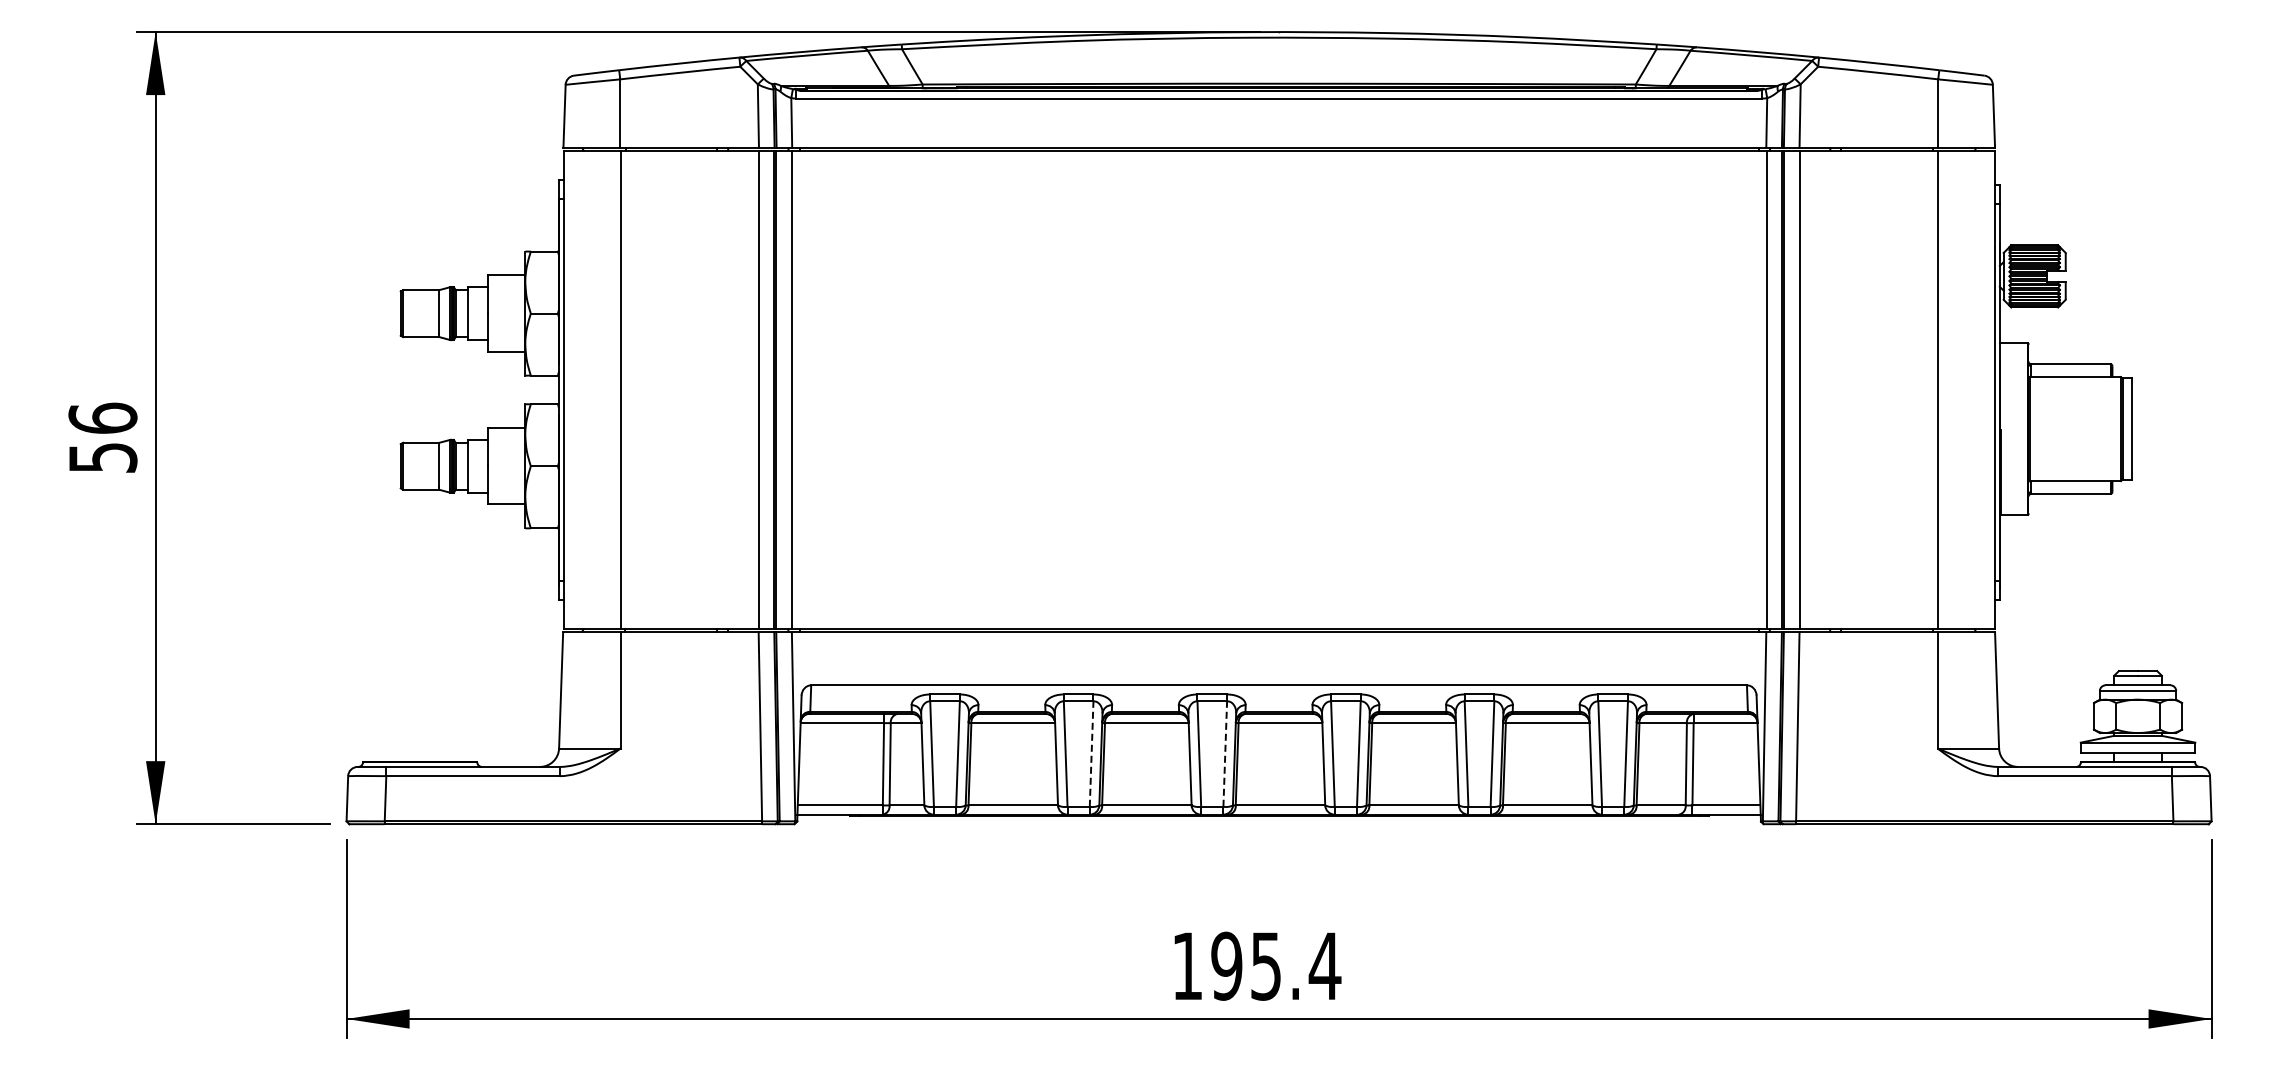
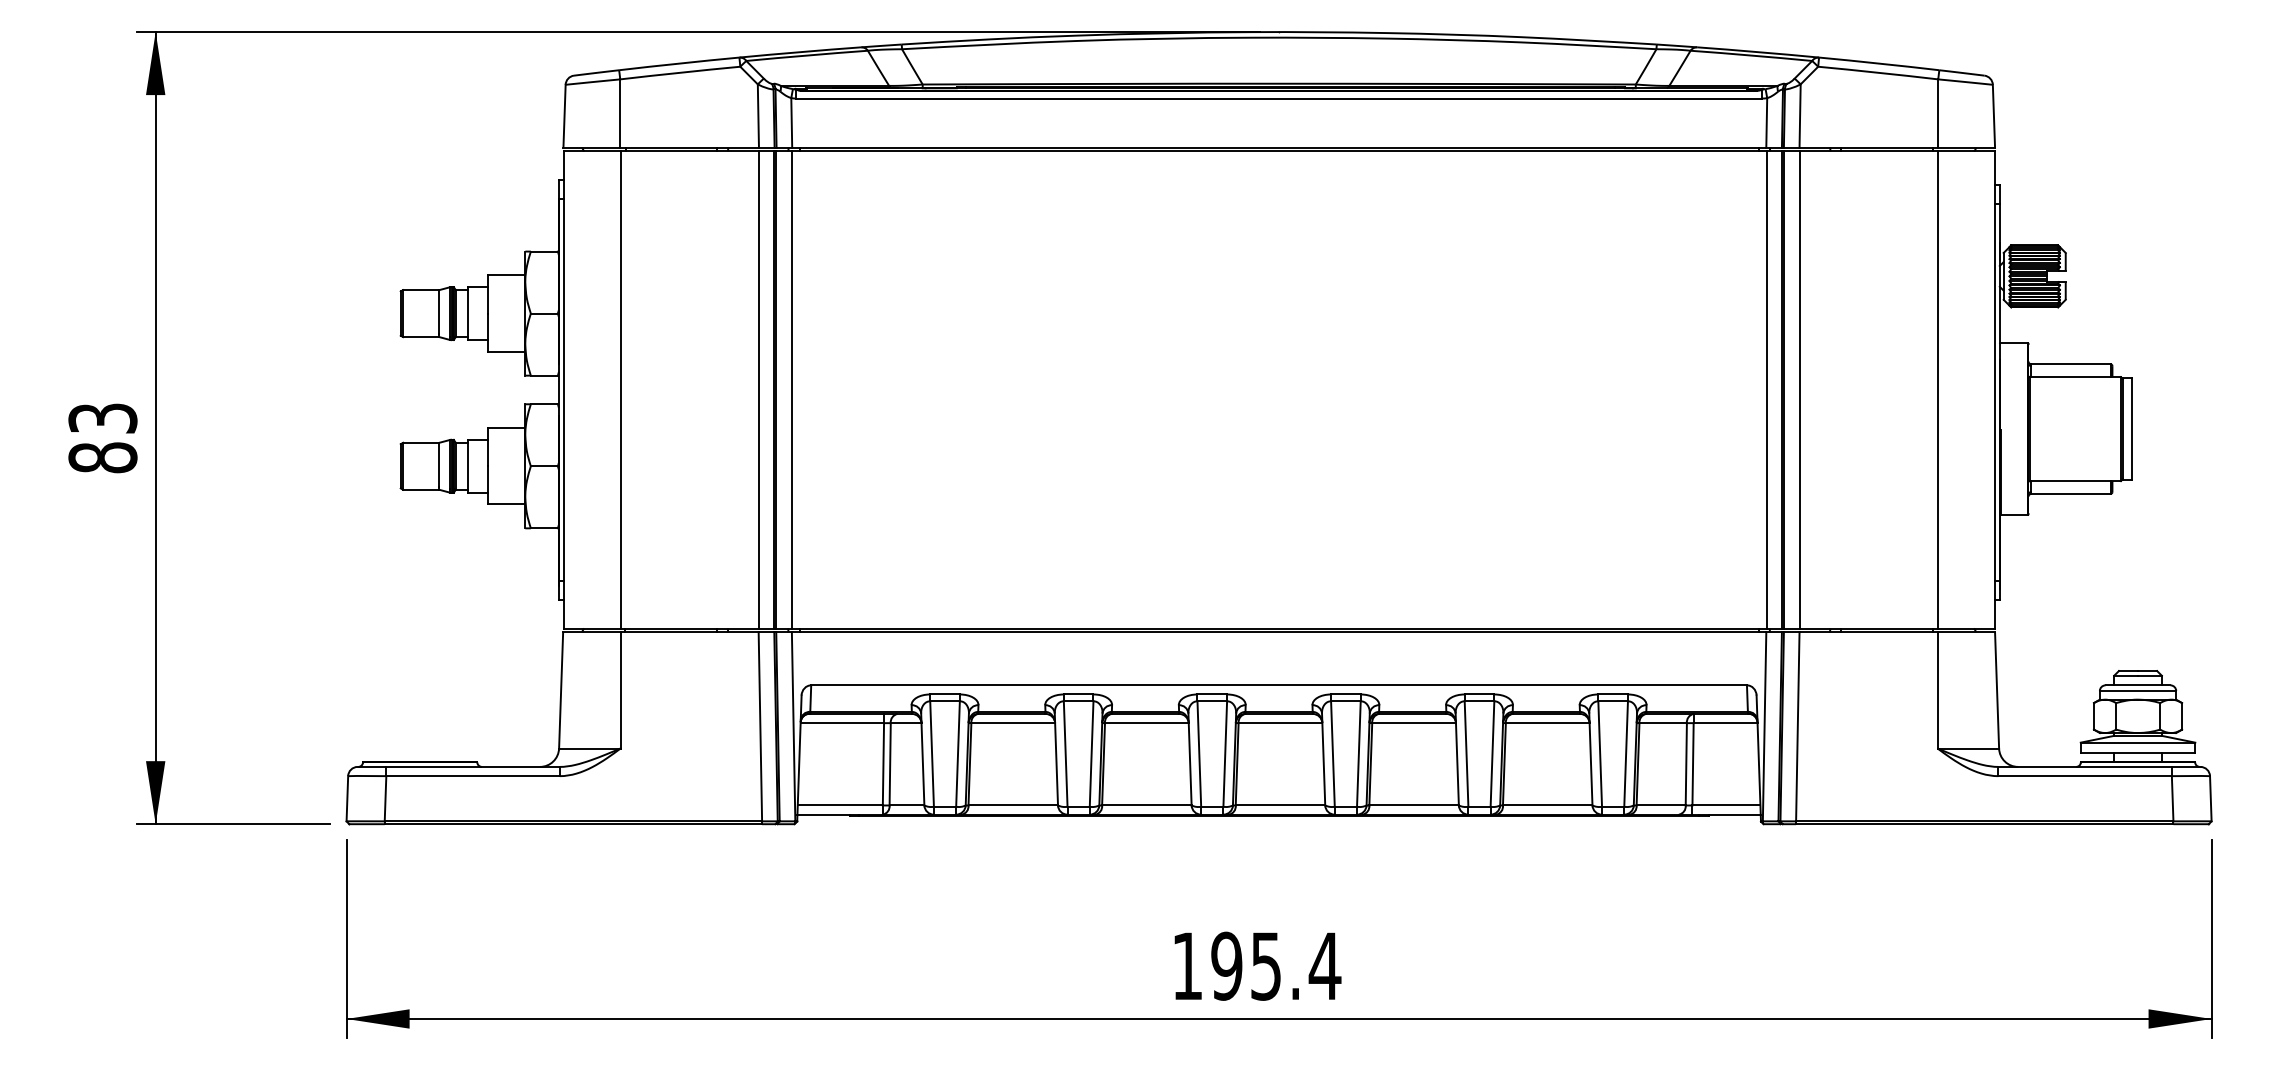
text at (102, 437): 56 -> 83
line at (1091, 754): dashed -> solid
line at (1225, 754): dashed -> solid
